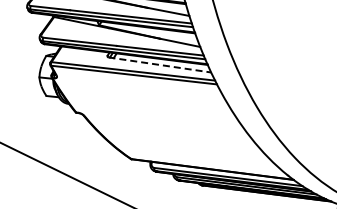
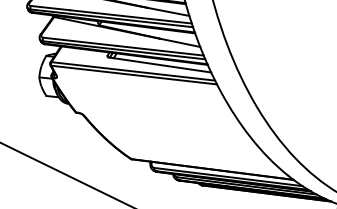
line at (159, 64): dashed -> solid
